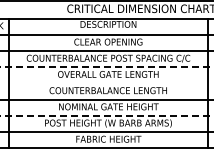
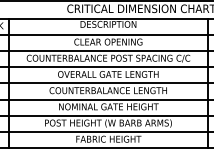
line at (106, 67): dashed -> solid
line at (106, 83): none -> present
line at (106, 115): dashed -> solid
